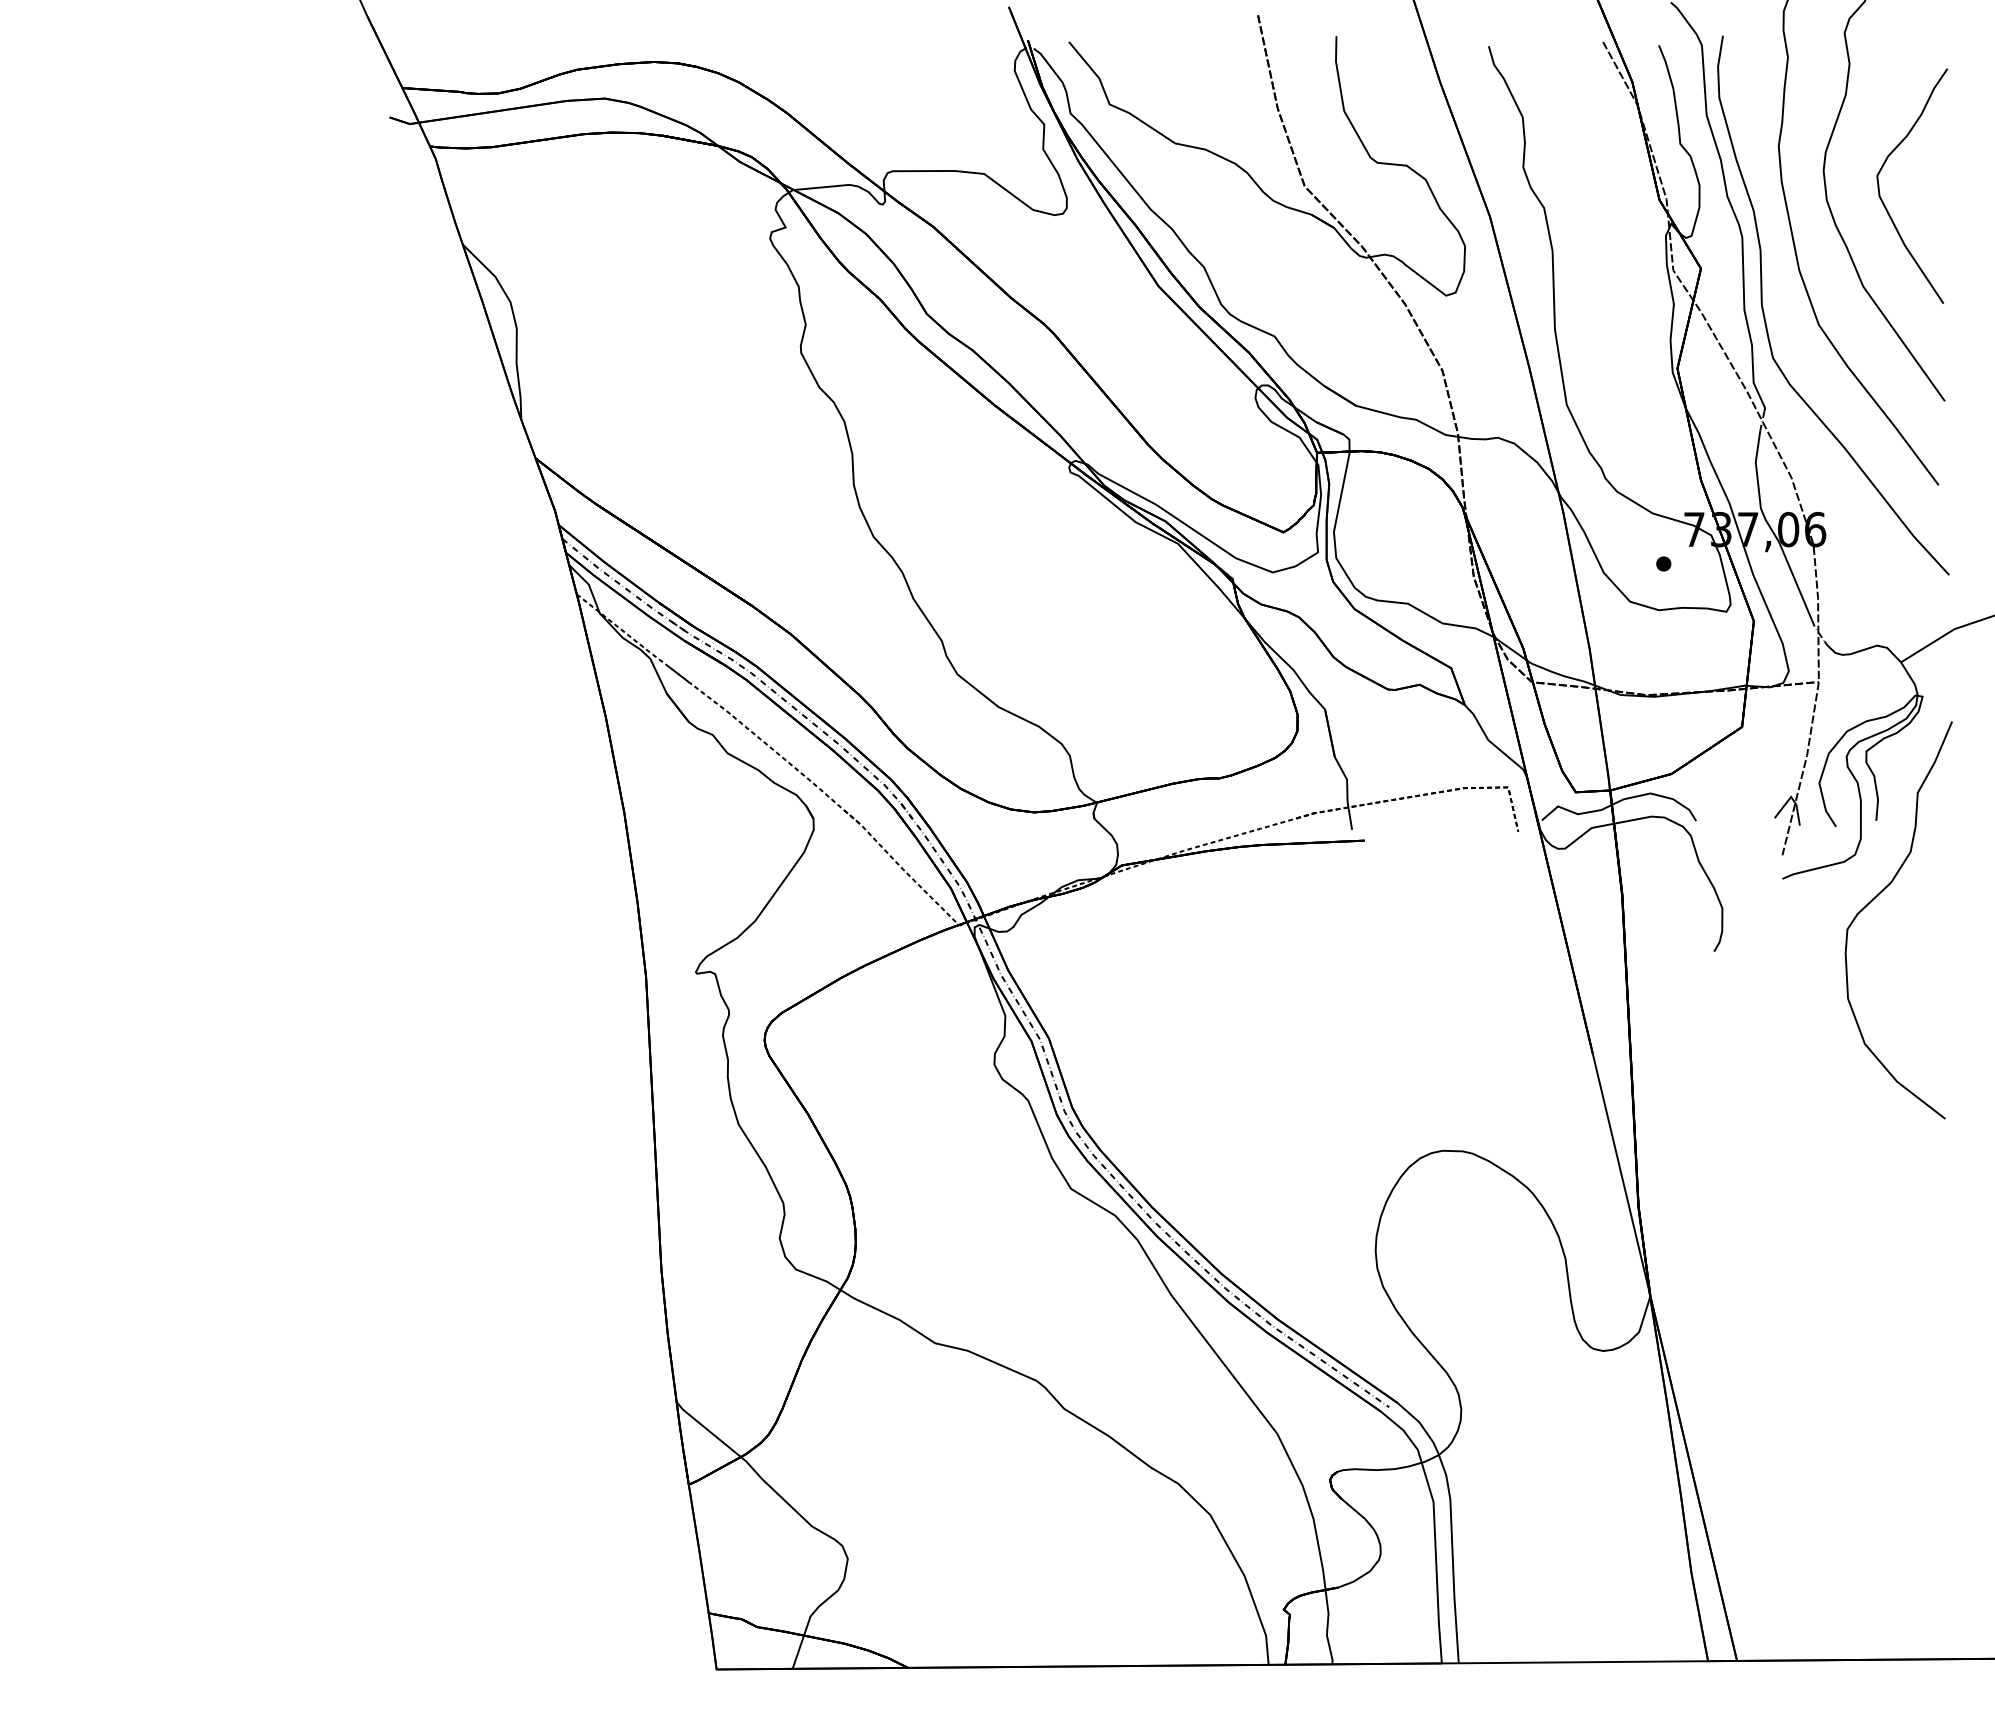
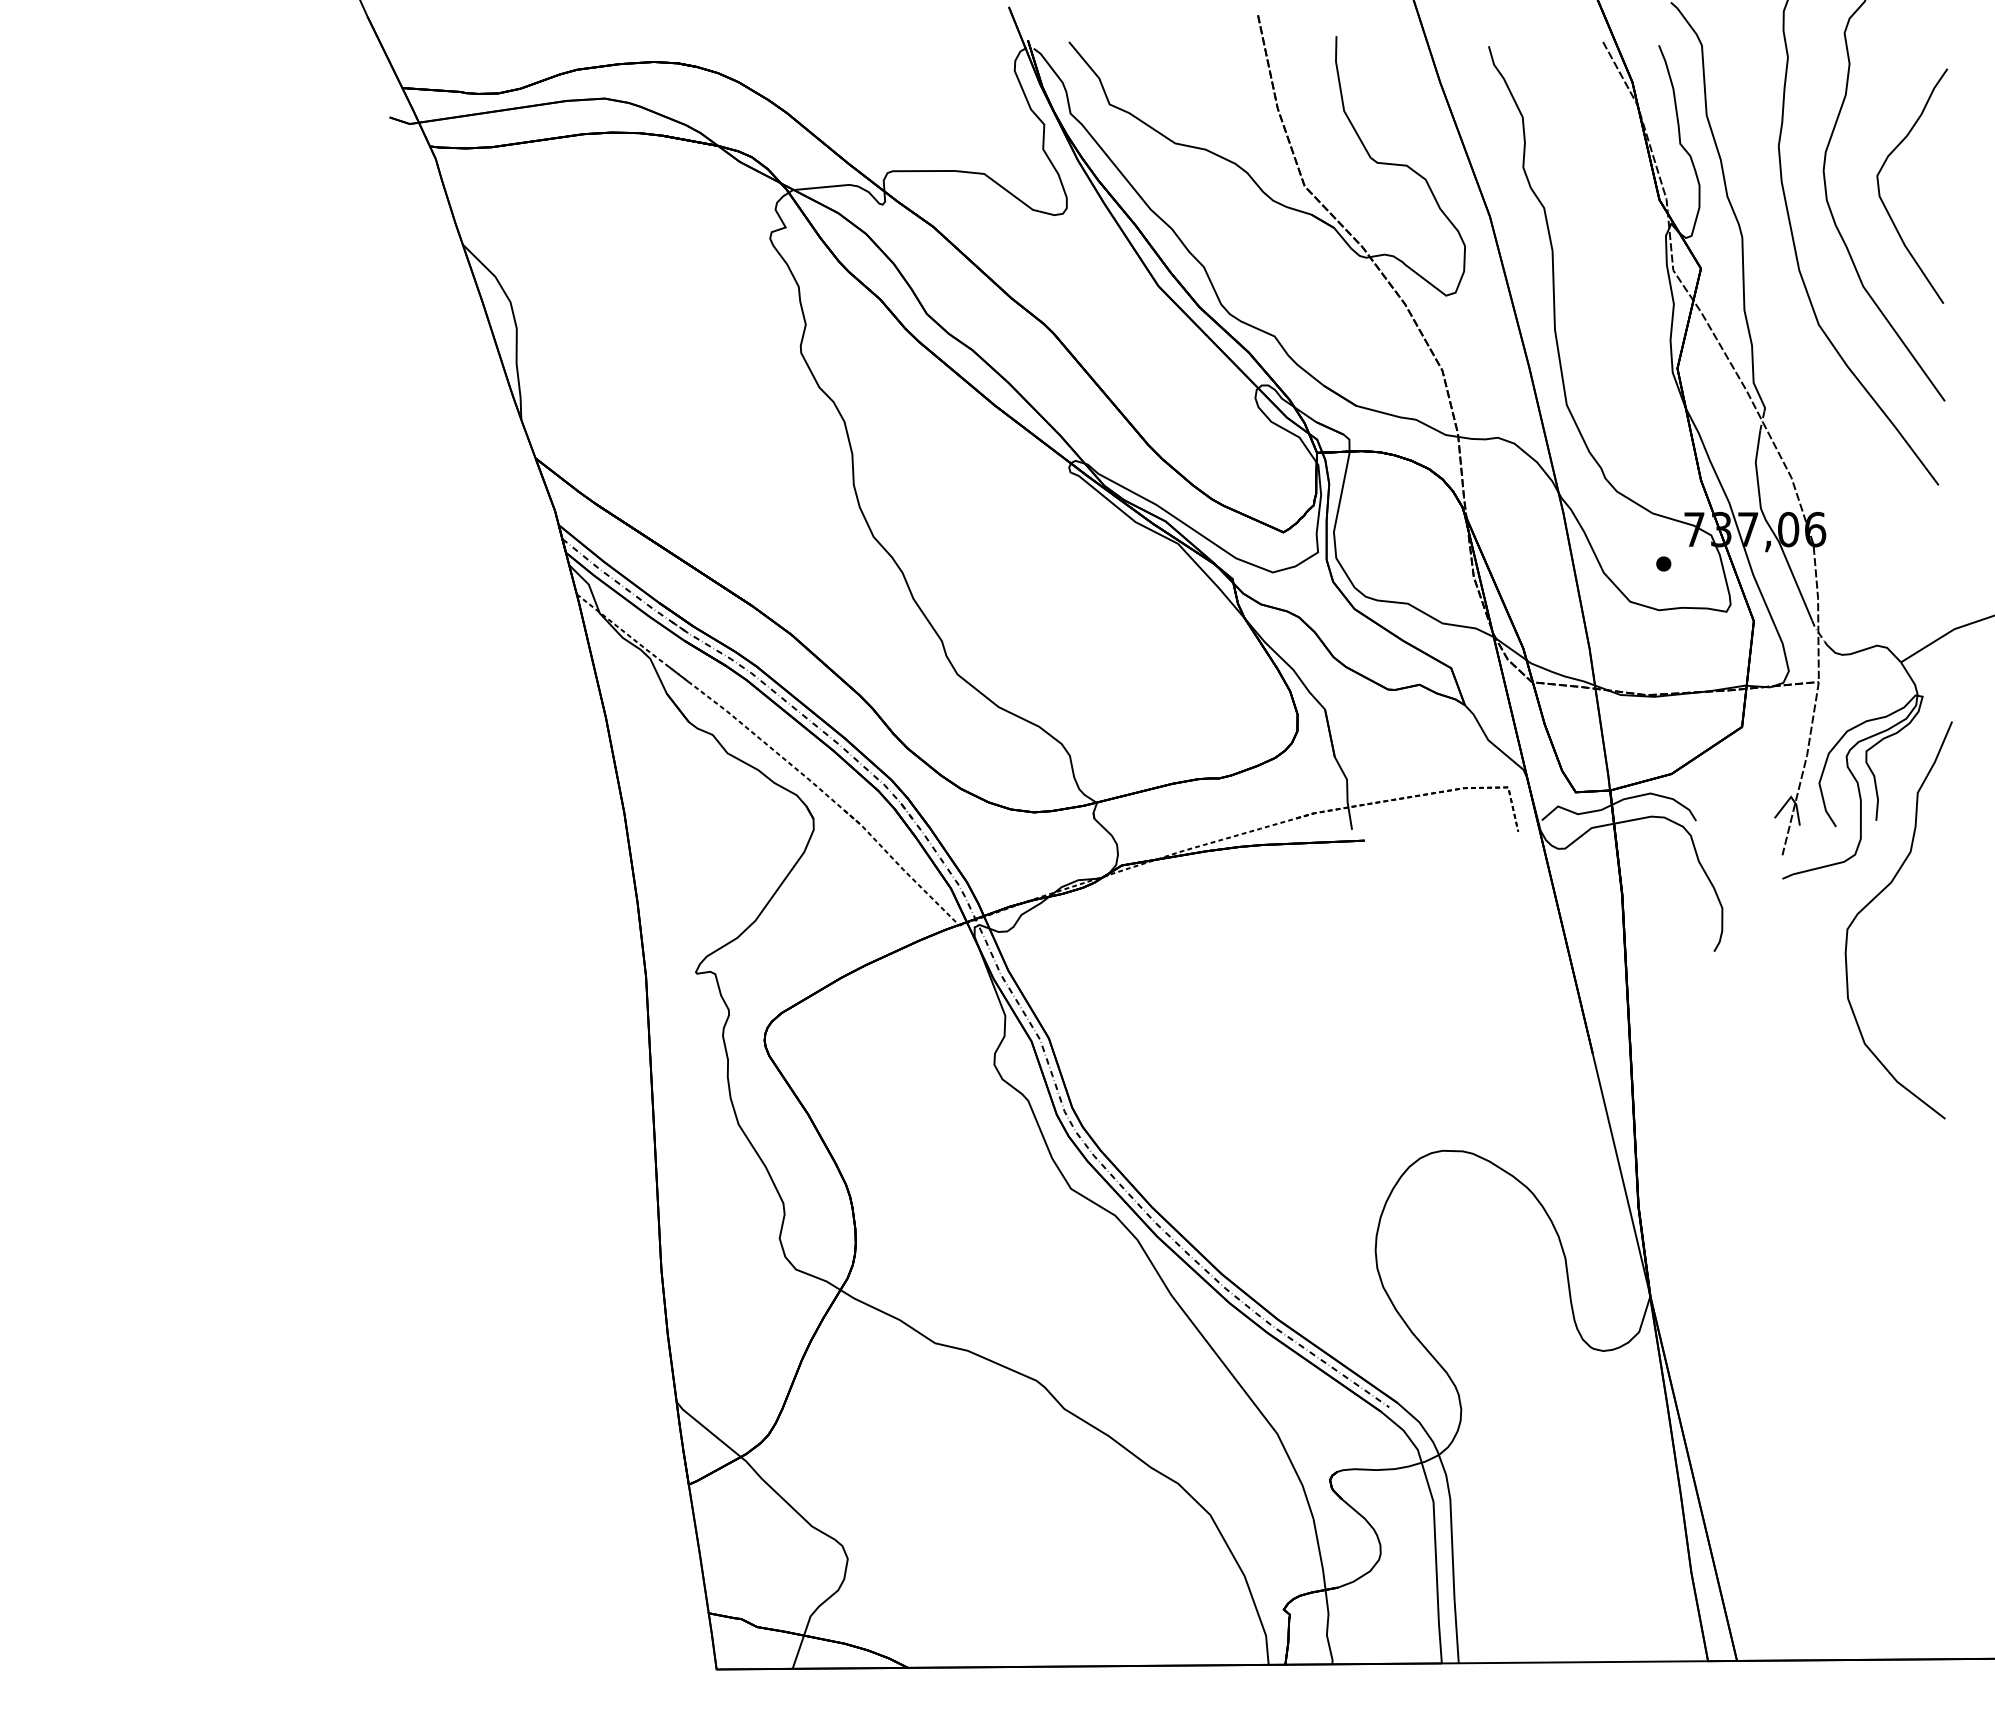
curve at (1765, 316): present -> none
